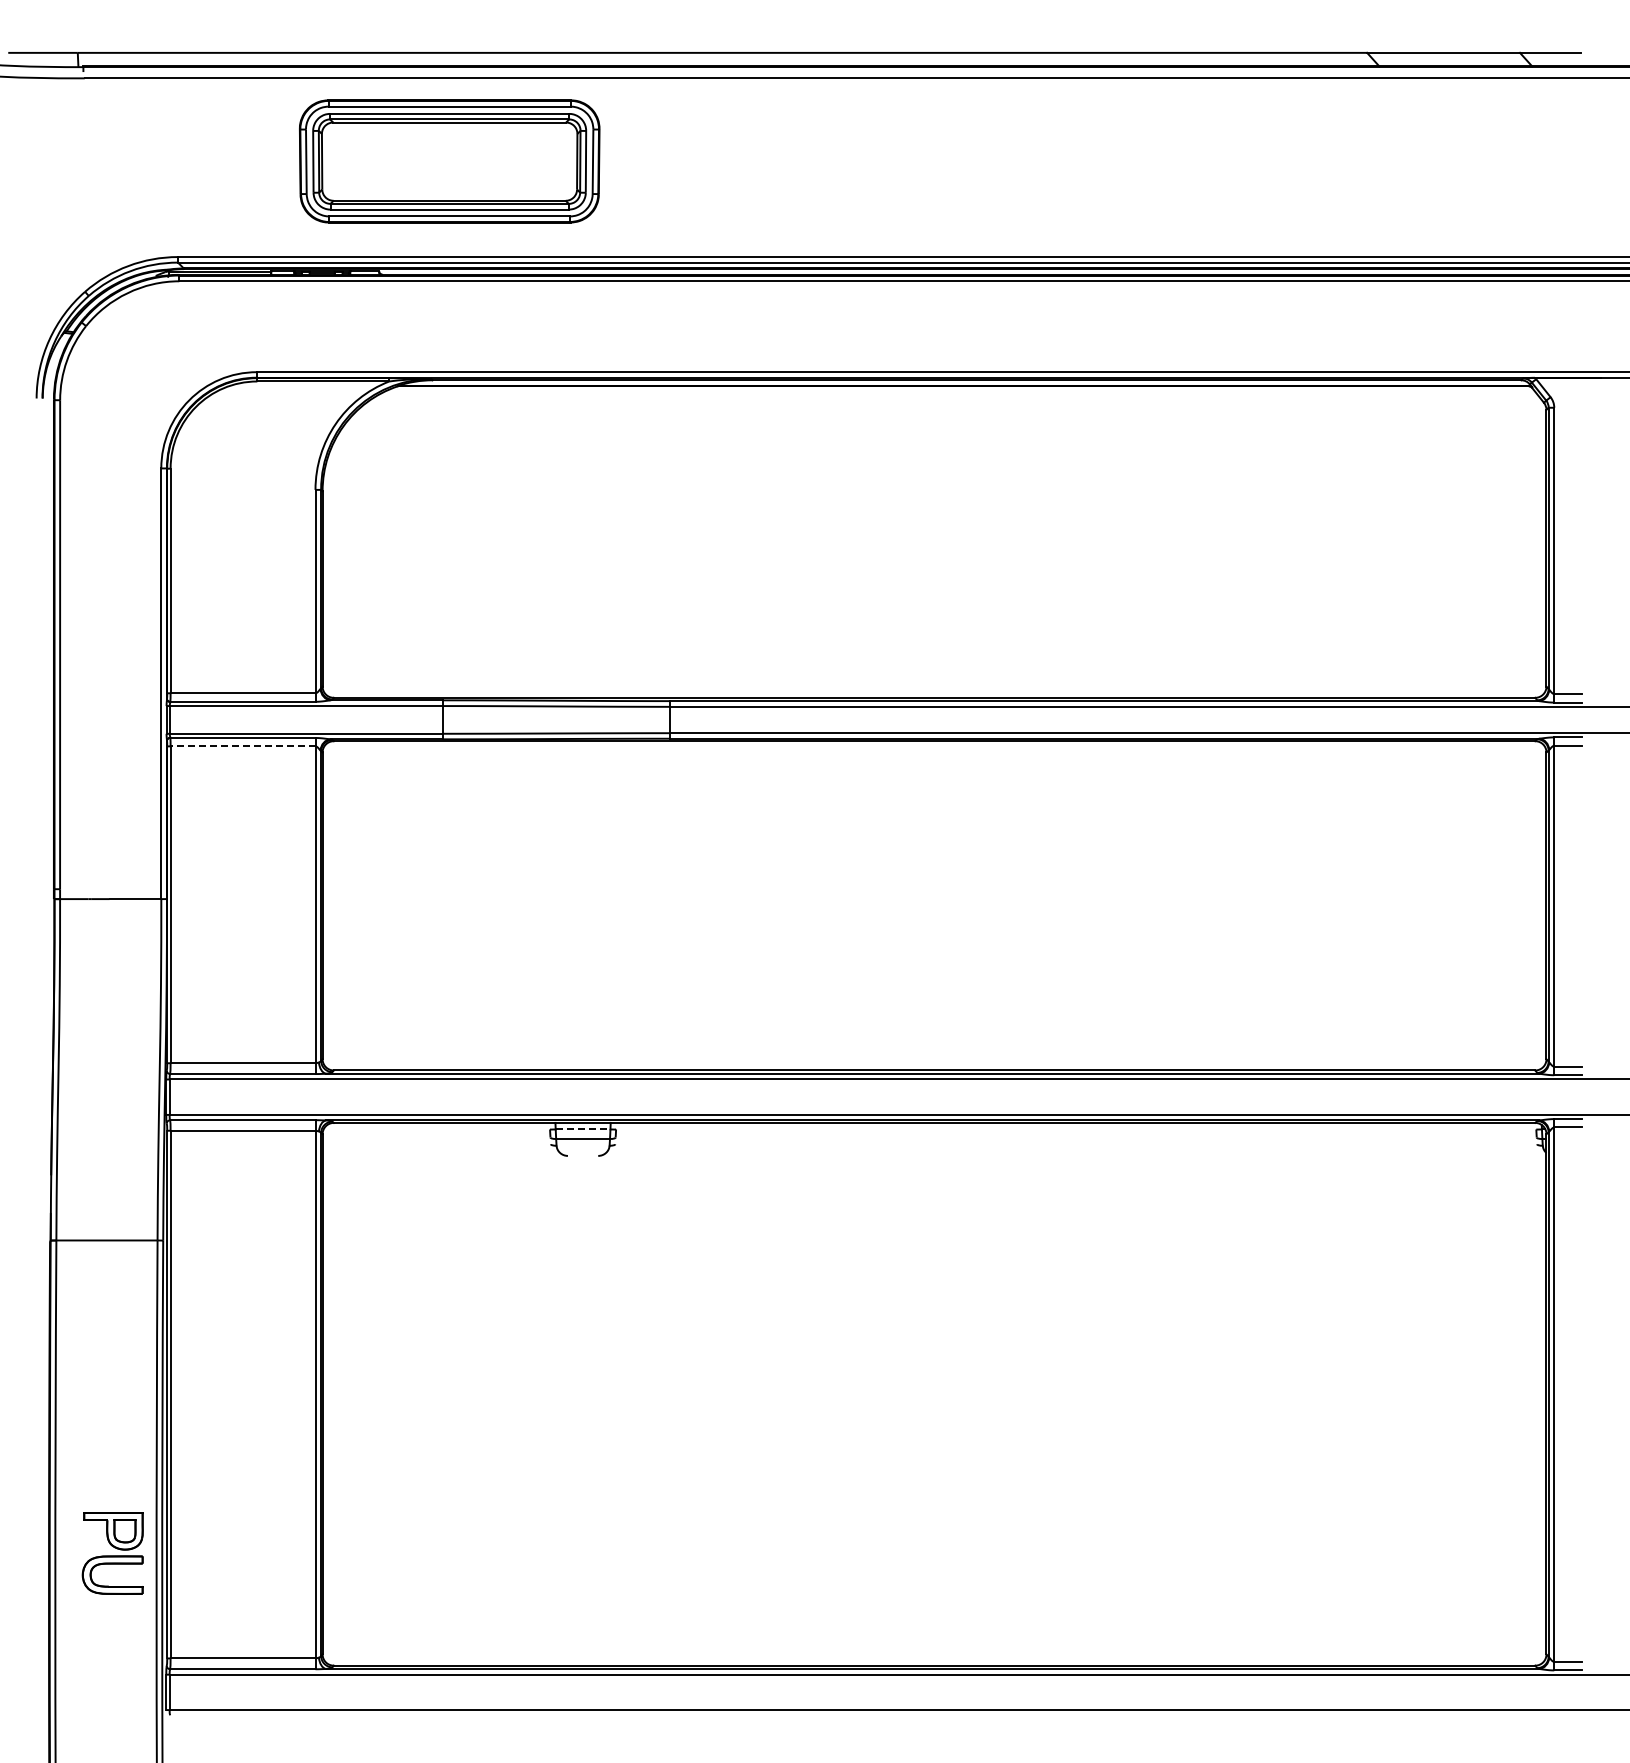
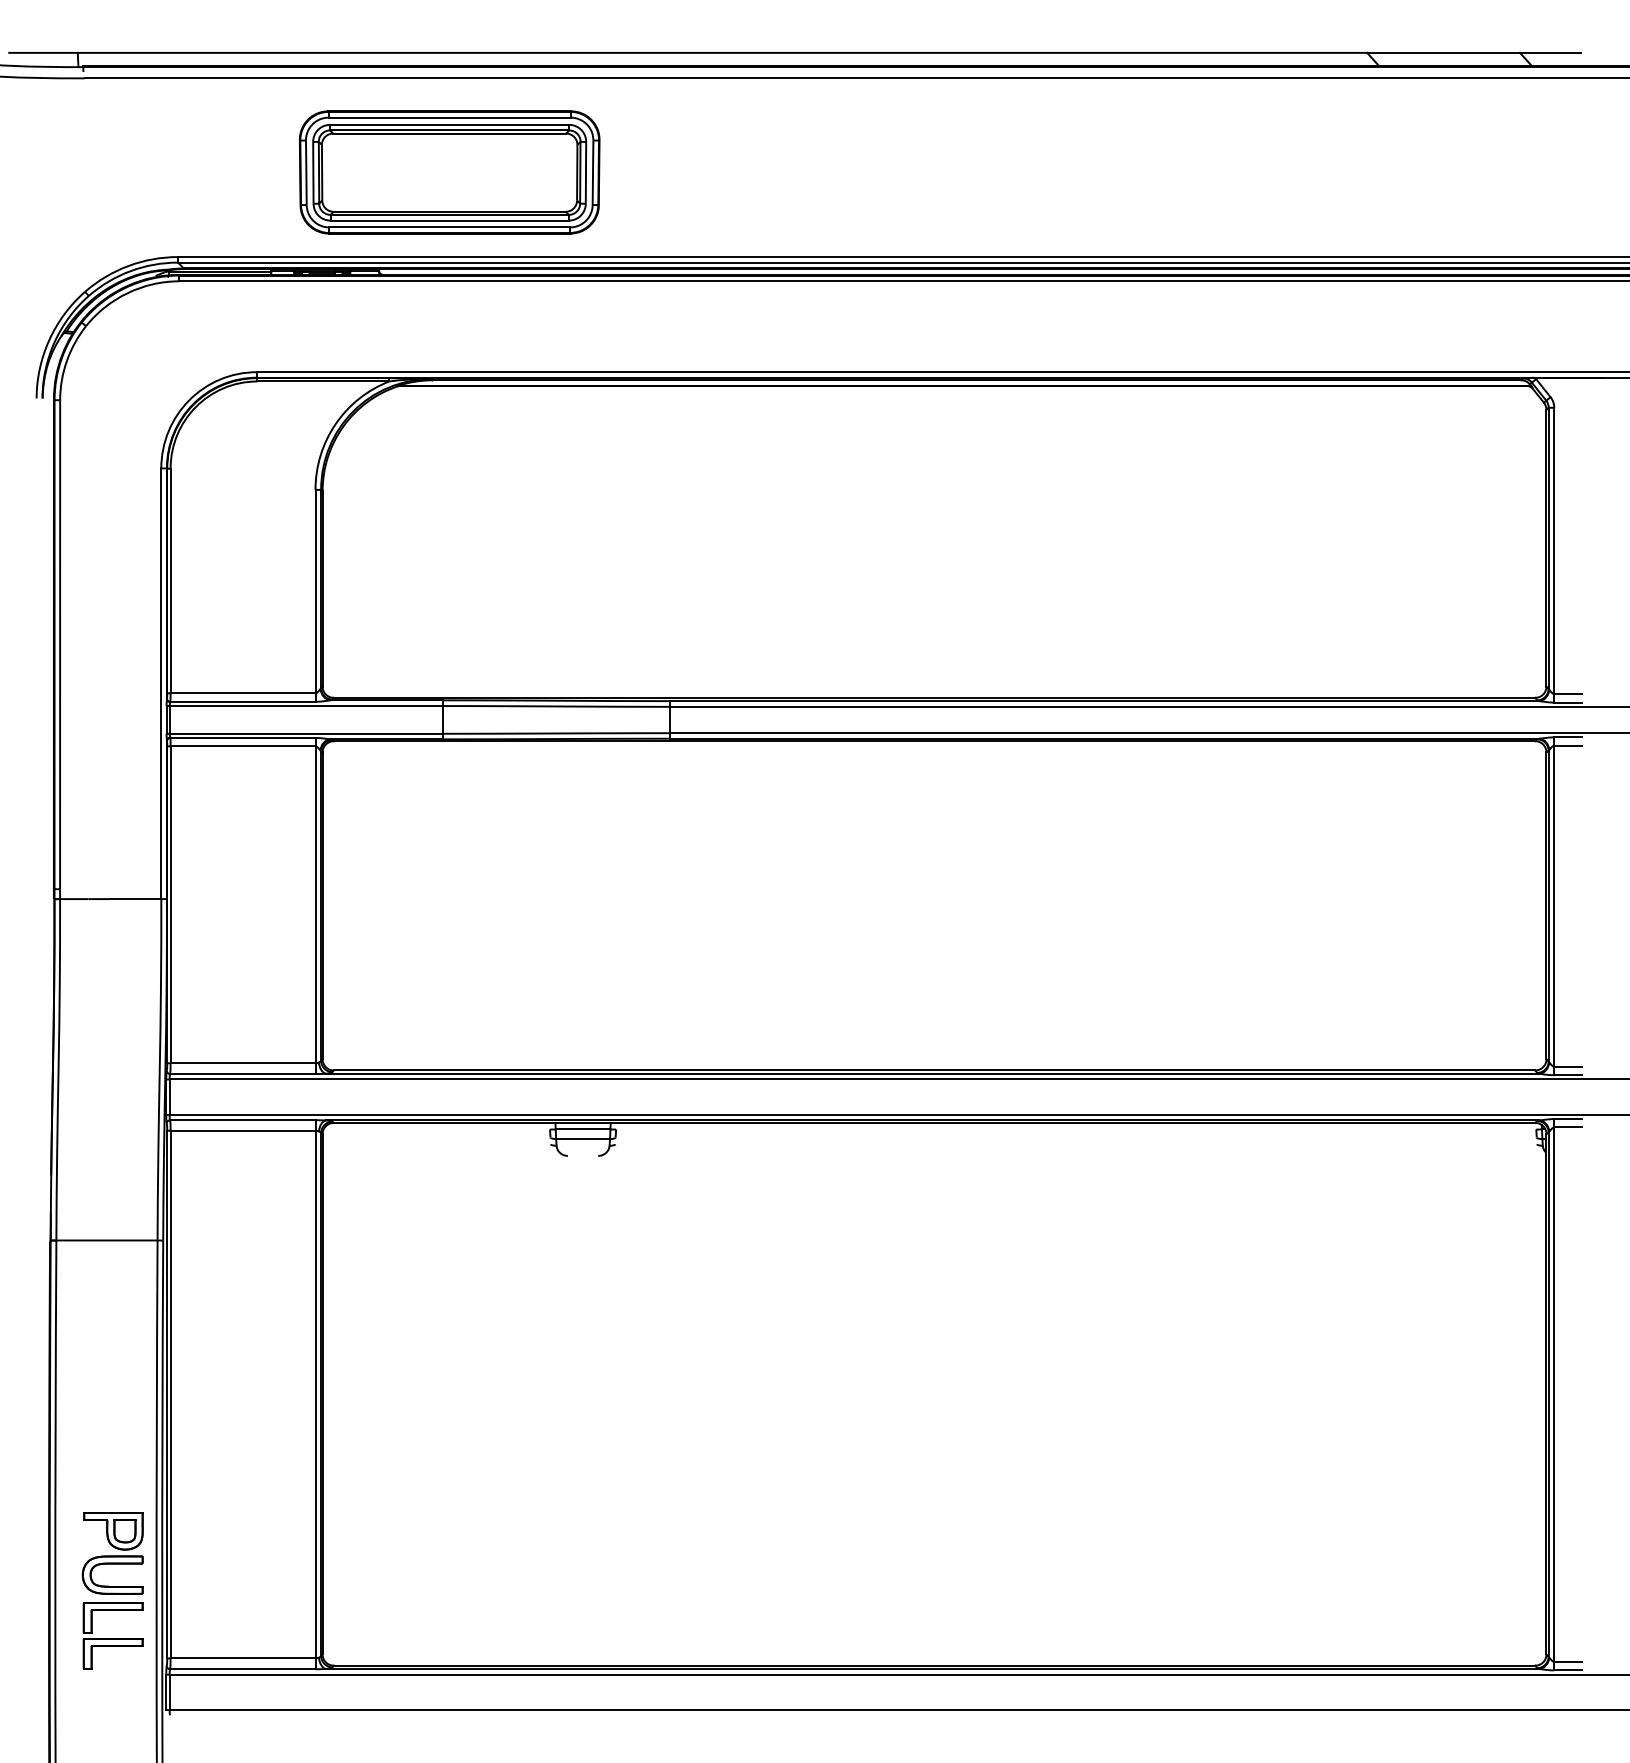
part at (449, 161) position: (449, 161) -> (449, 172)
line at (242, 746): dashed -> solid
line at (583, 1129): dashed -> solid
part at (112, 1635): none -> present
